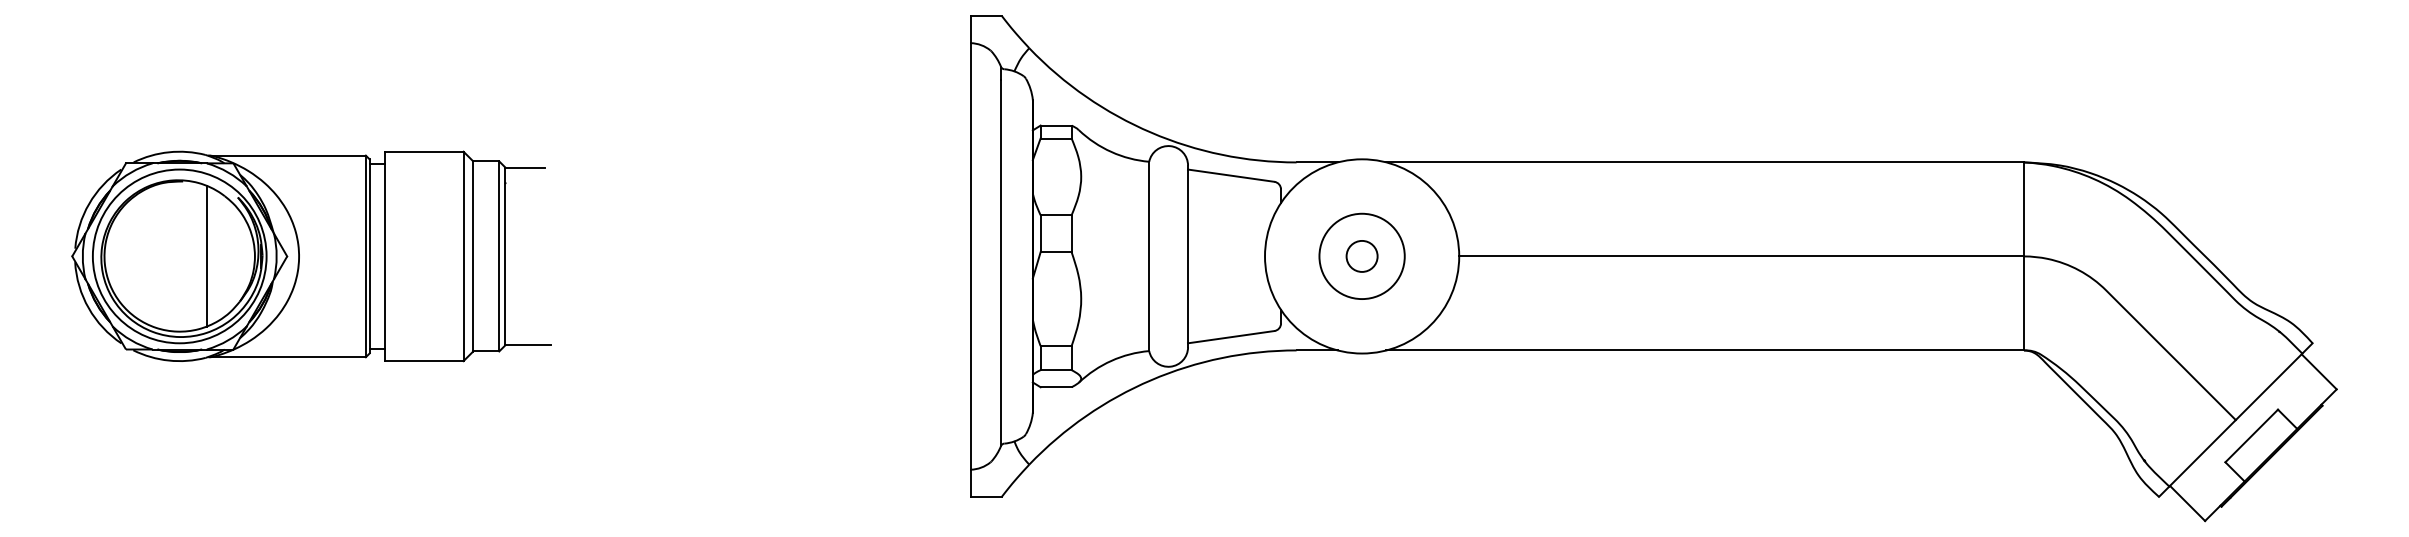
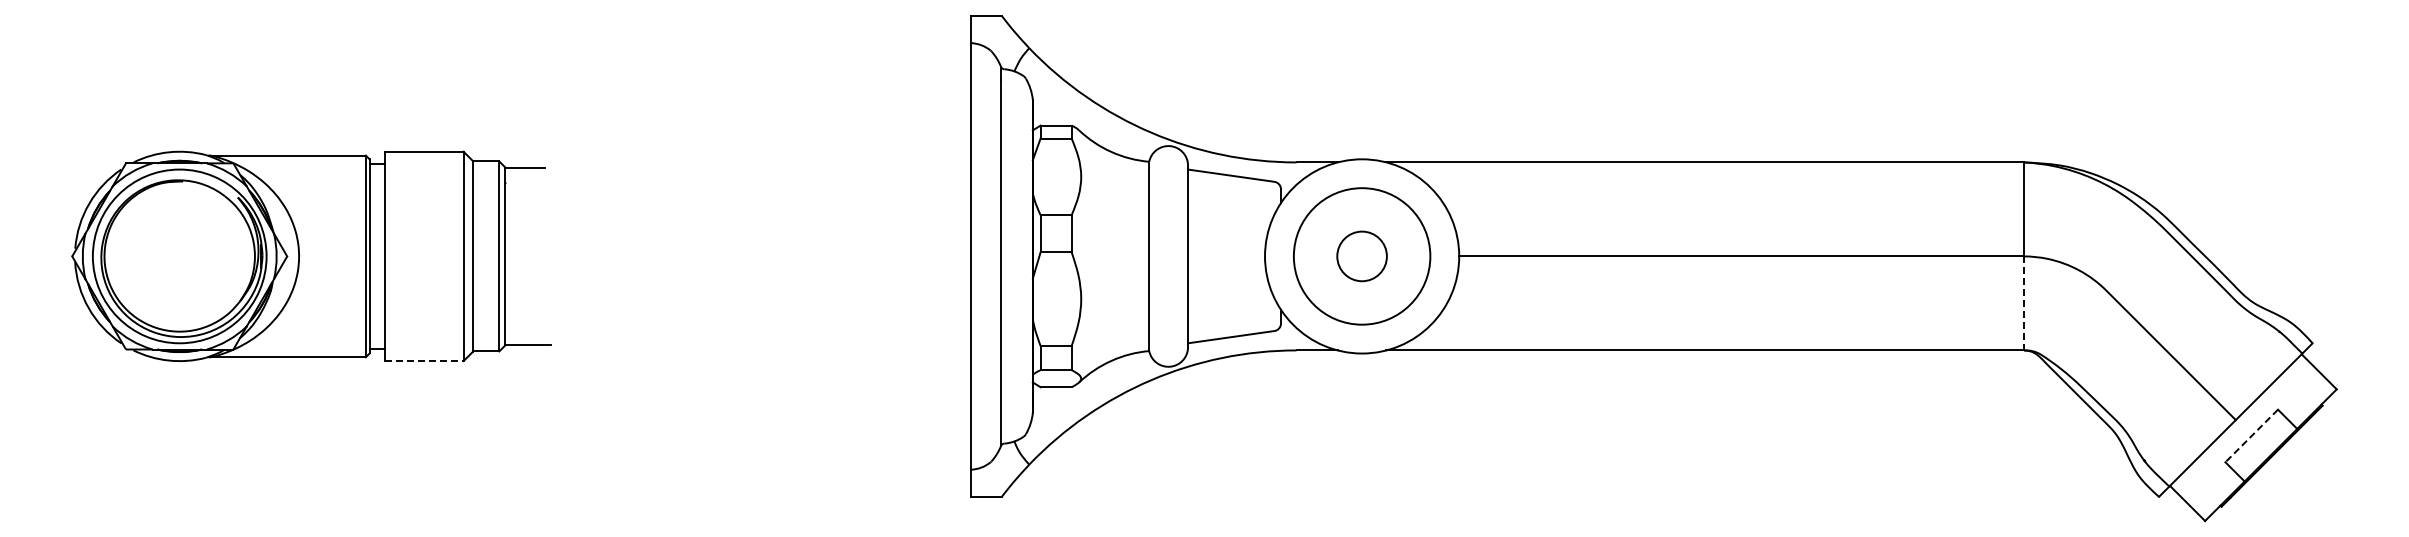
circle at (1361, 255) diameter: 31 px -> 50 px
line at (206, 256): present -> none
circle at (1361, 256) diameter: 85 px -> 137 px
line at (2024, 303): solid -> dashed
line at (424, 361): solid -> dashed
line at (2251, 436): solid -> dashed
